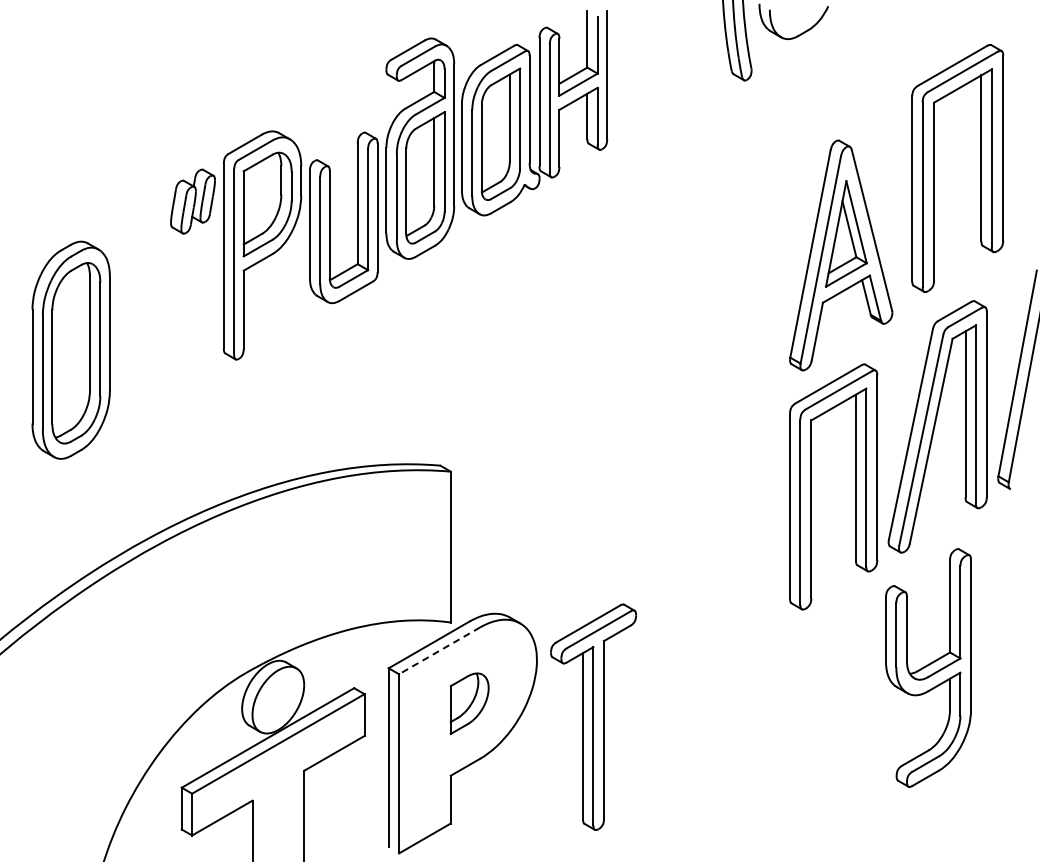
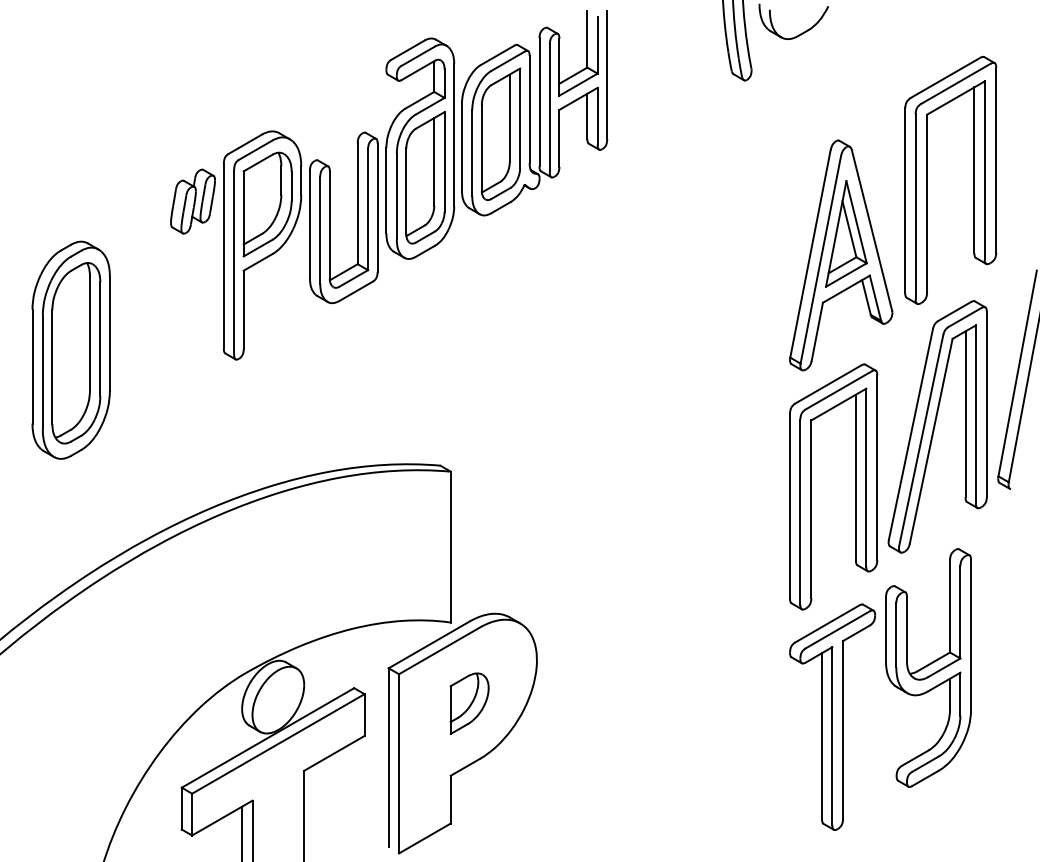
part at (934, 168) position: (934, 168) -> (927, 180)
line at (439, 650): dashed -> solid
part at (593, 716) position: (593, 716) -> (832, 716)
line at (242, 832): none -> present
